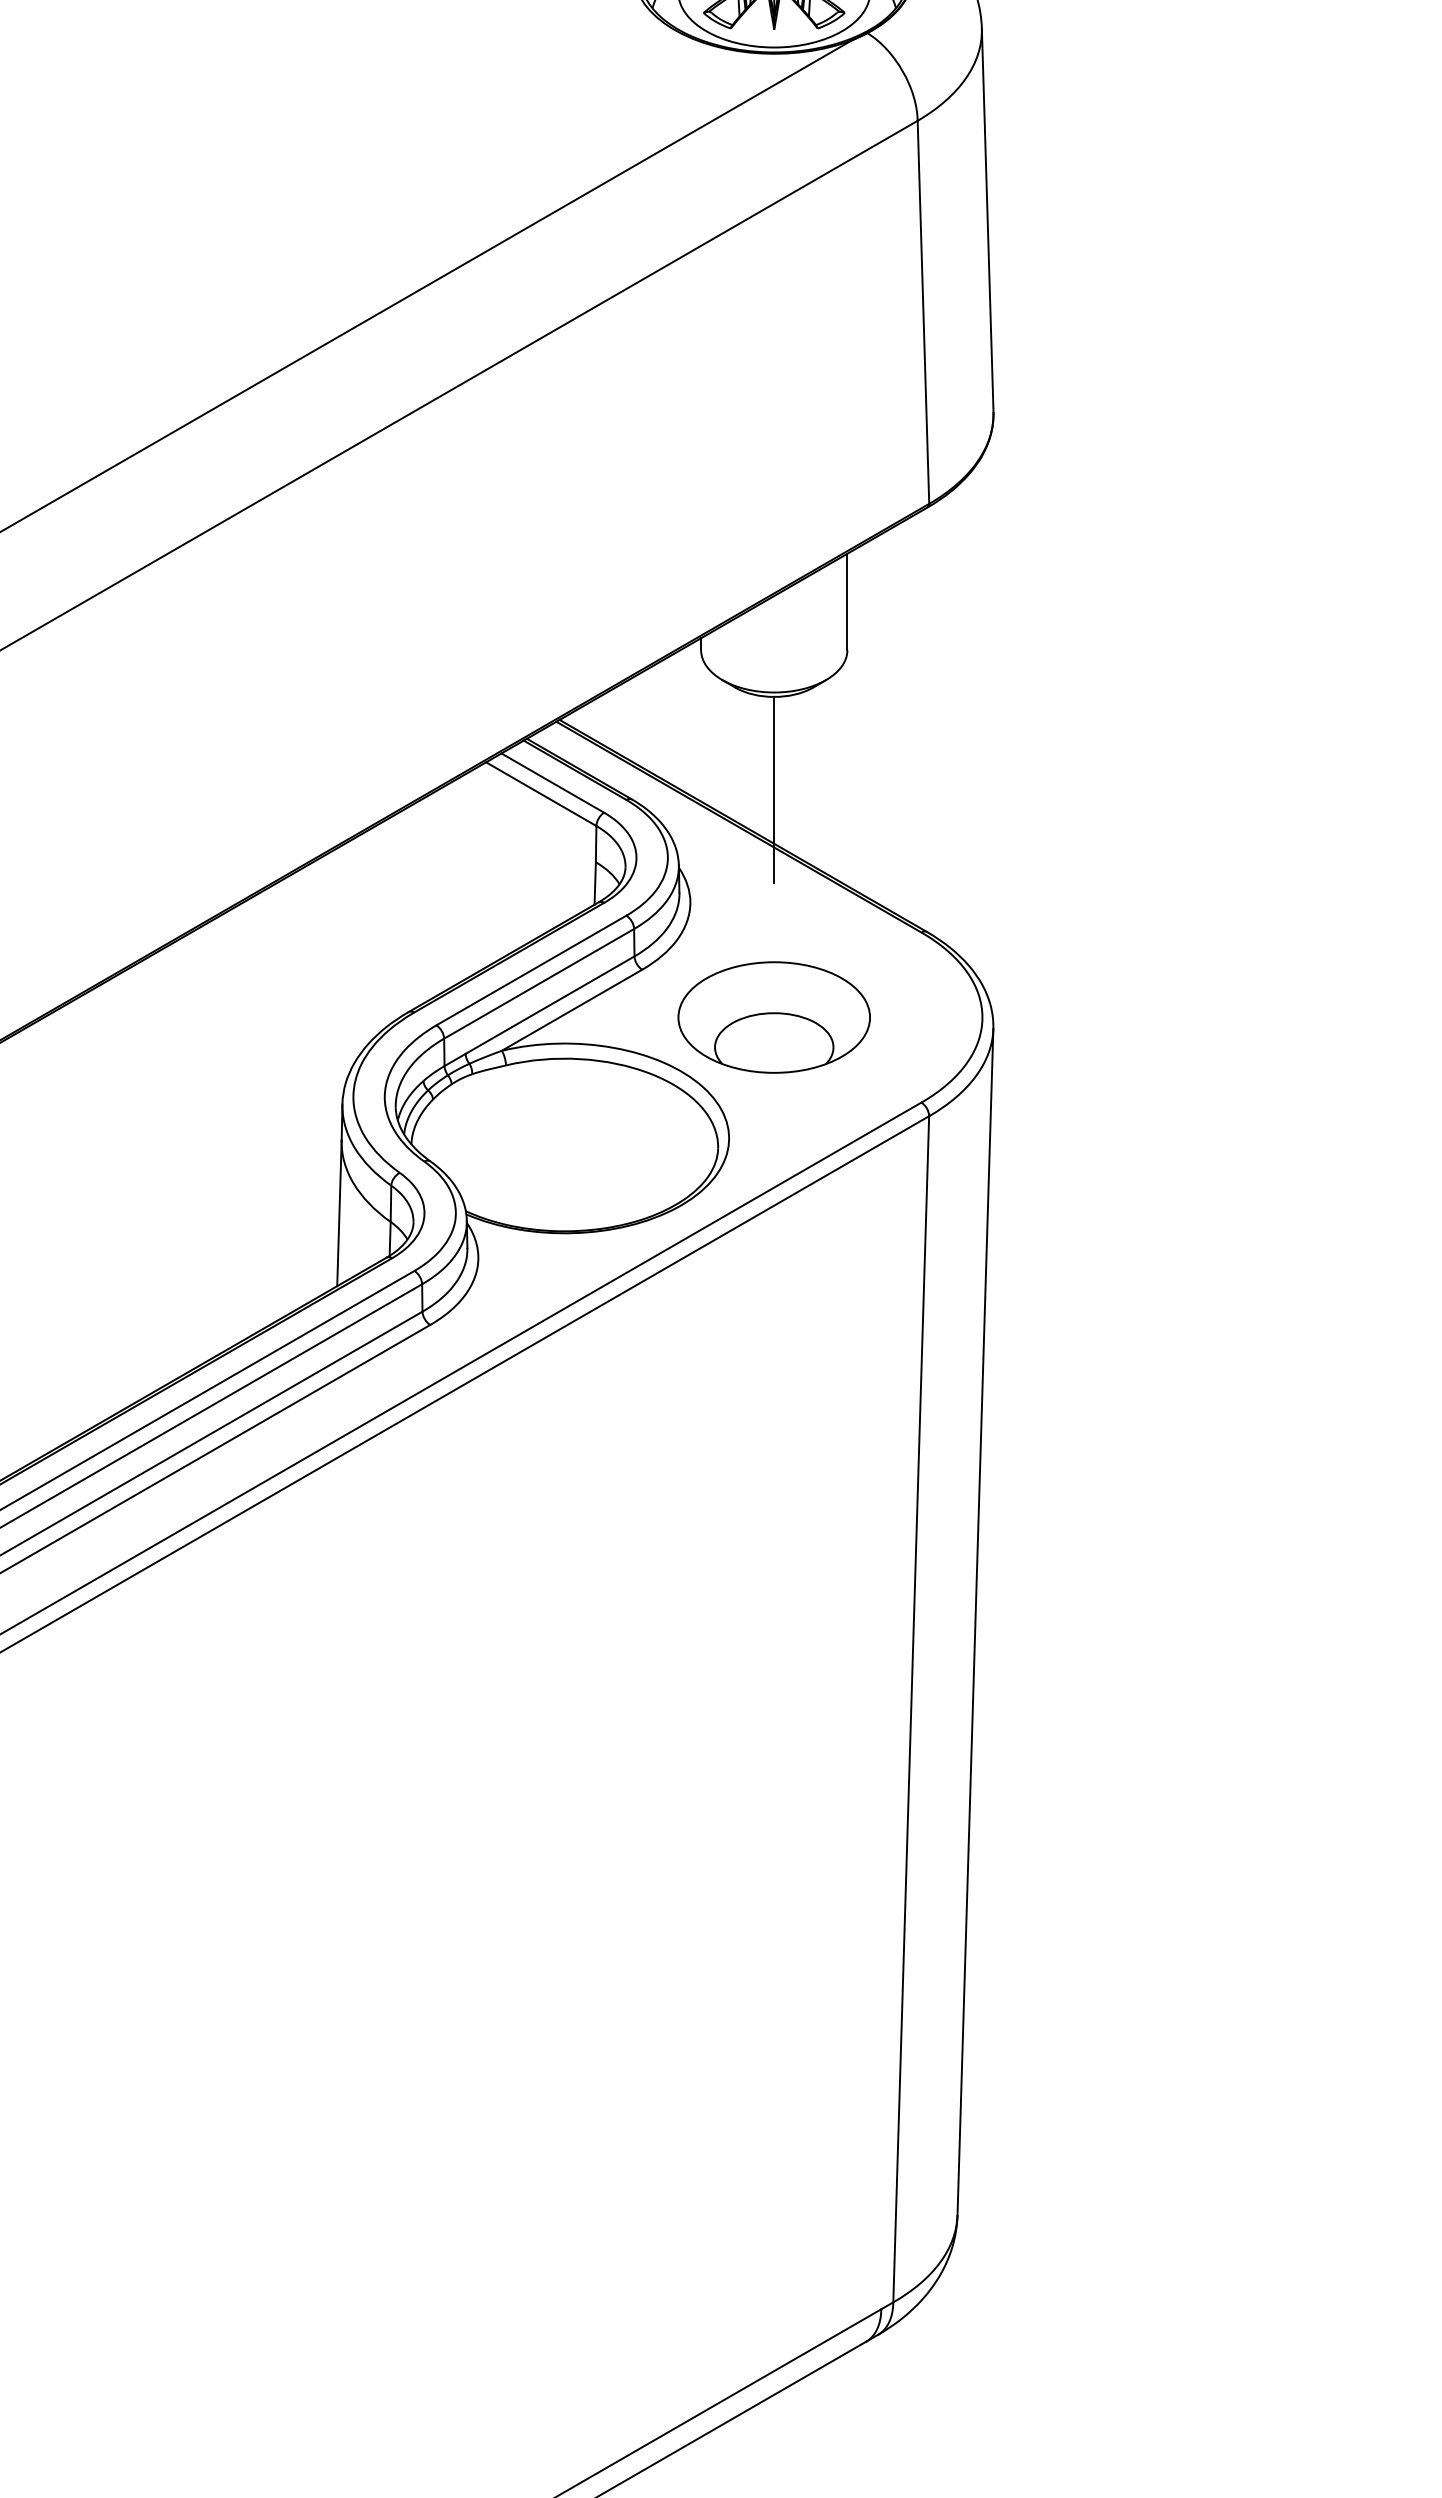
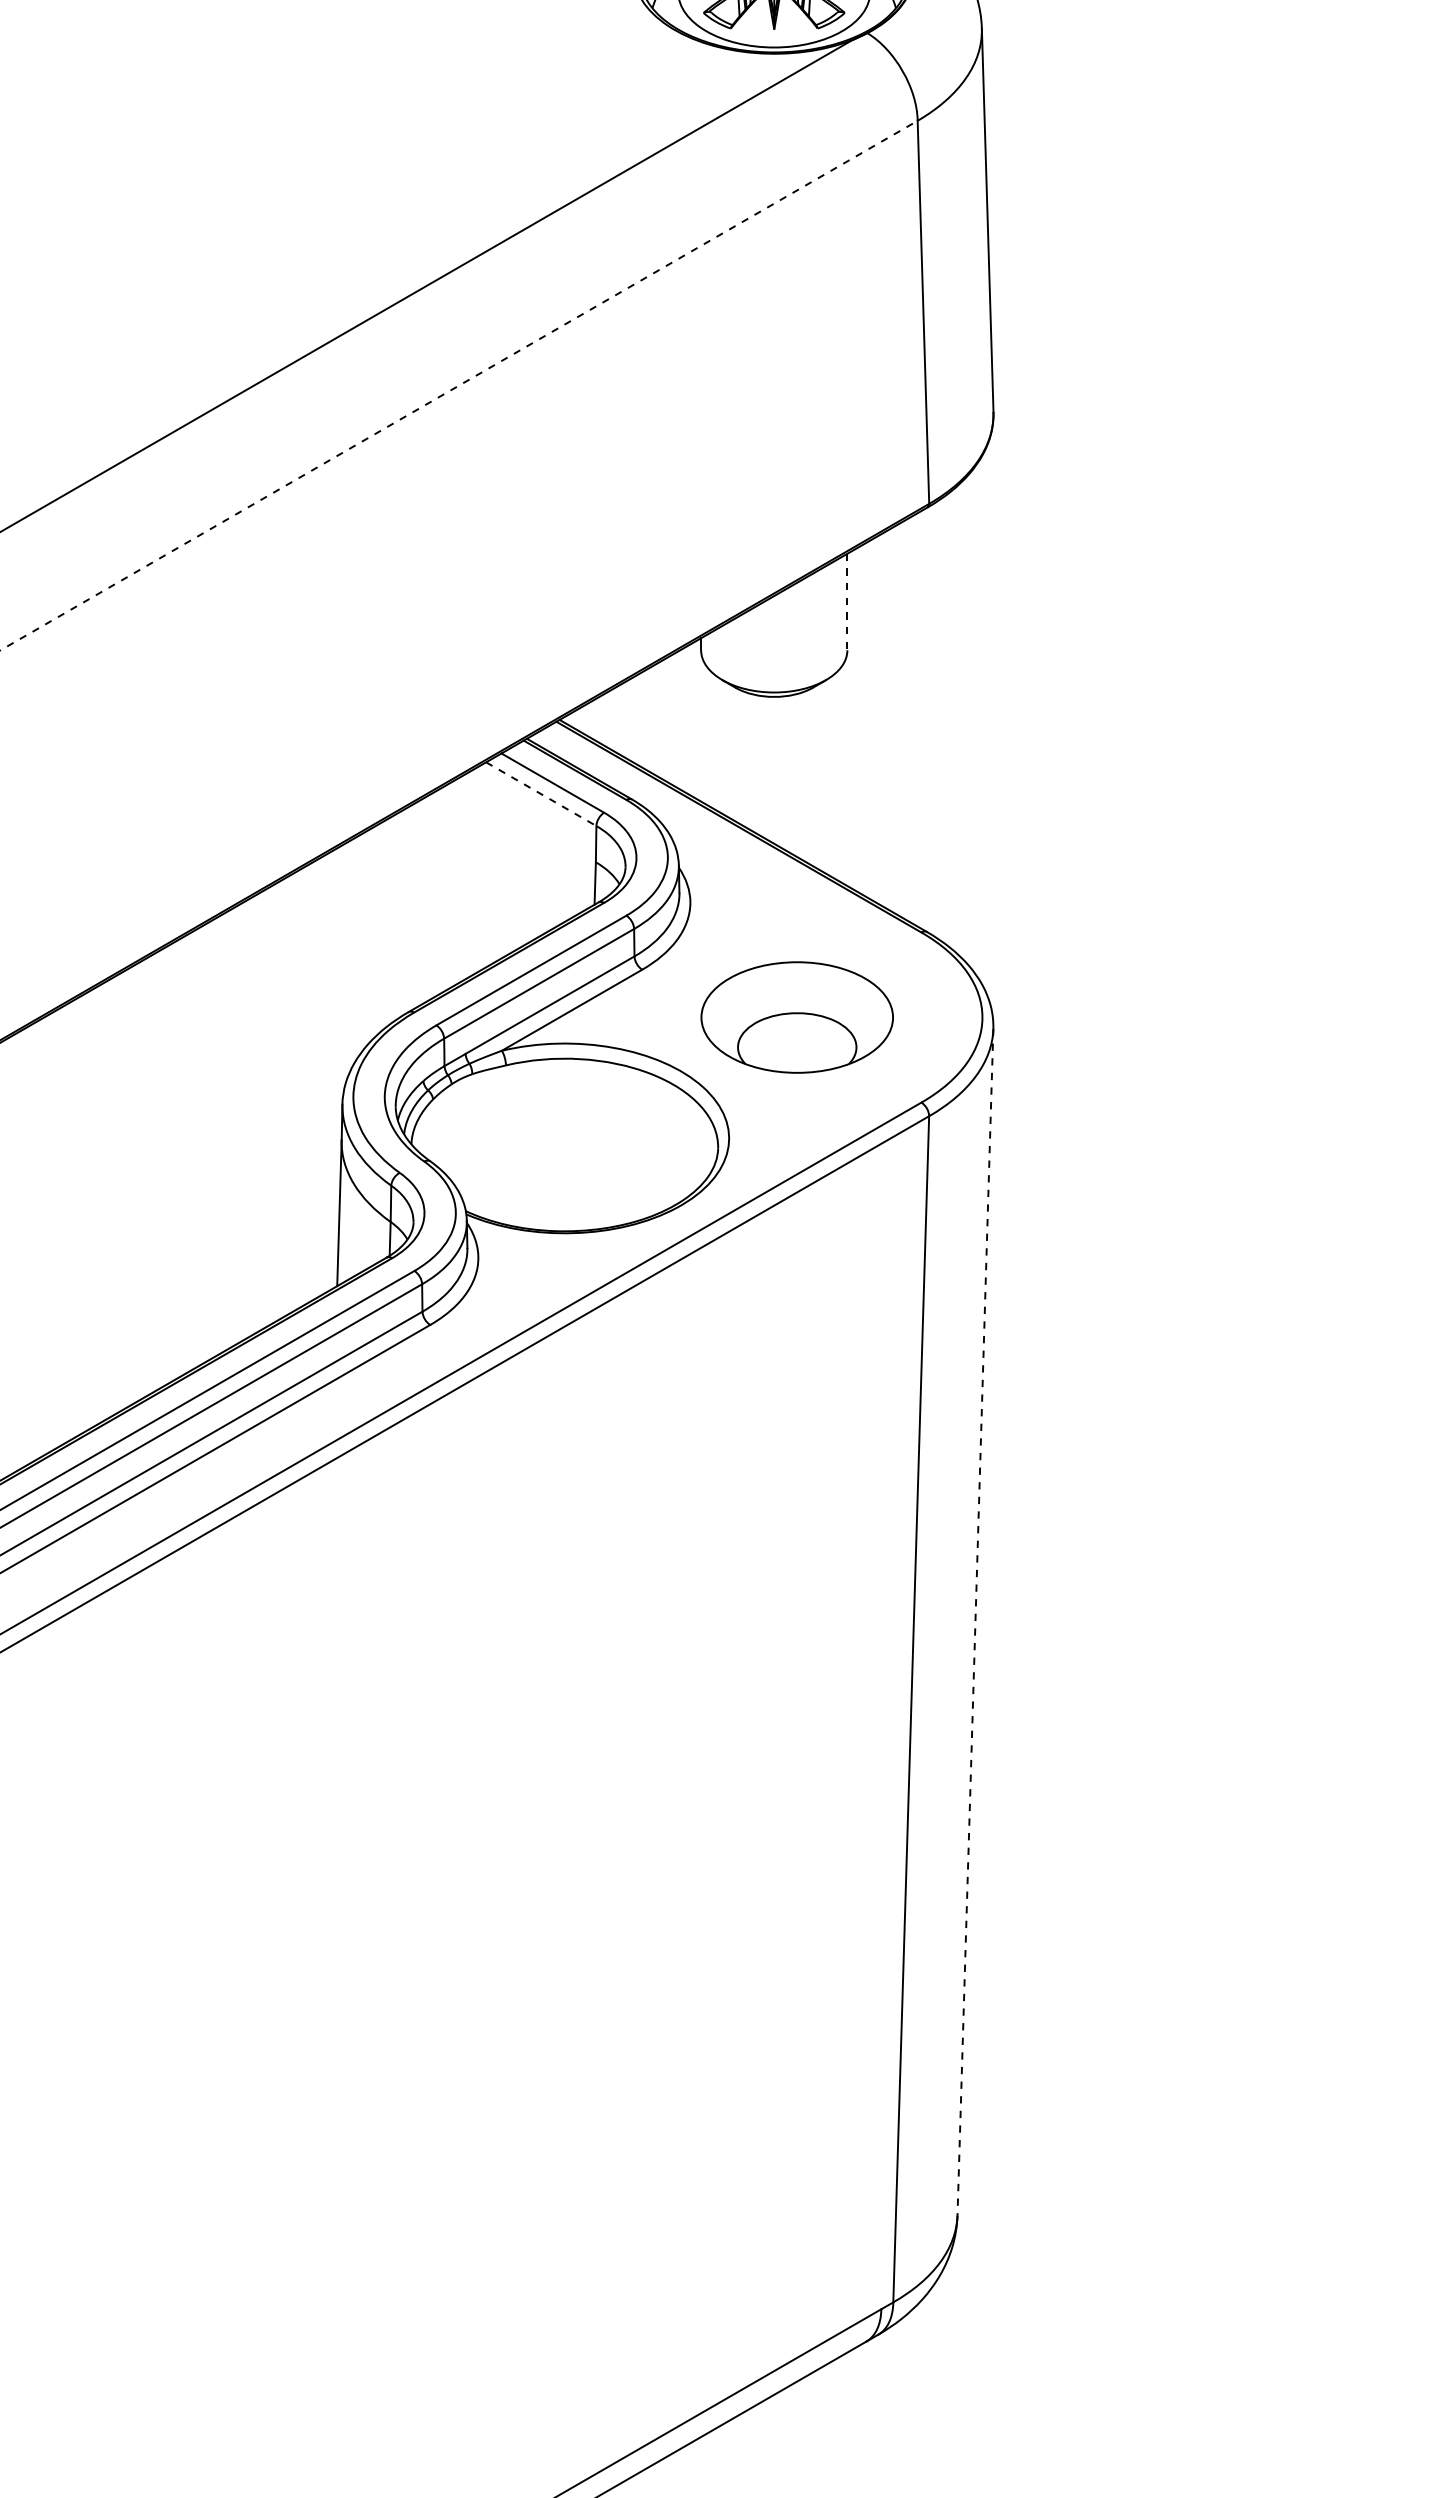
line at (459, 385): solid -> dashed
line at (847, 602): solid -> dashed
line at (774, 789): present -> none
line at (541, 794): solid -> dashed
part at (773, 1017) position: (773, 1017) -> (796, 1017)
line at (975, 1622): solid -> dashed
